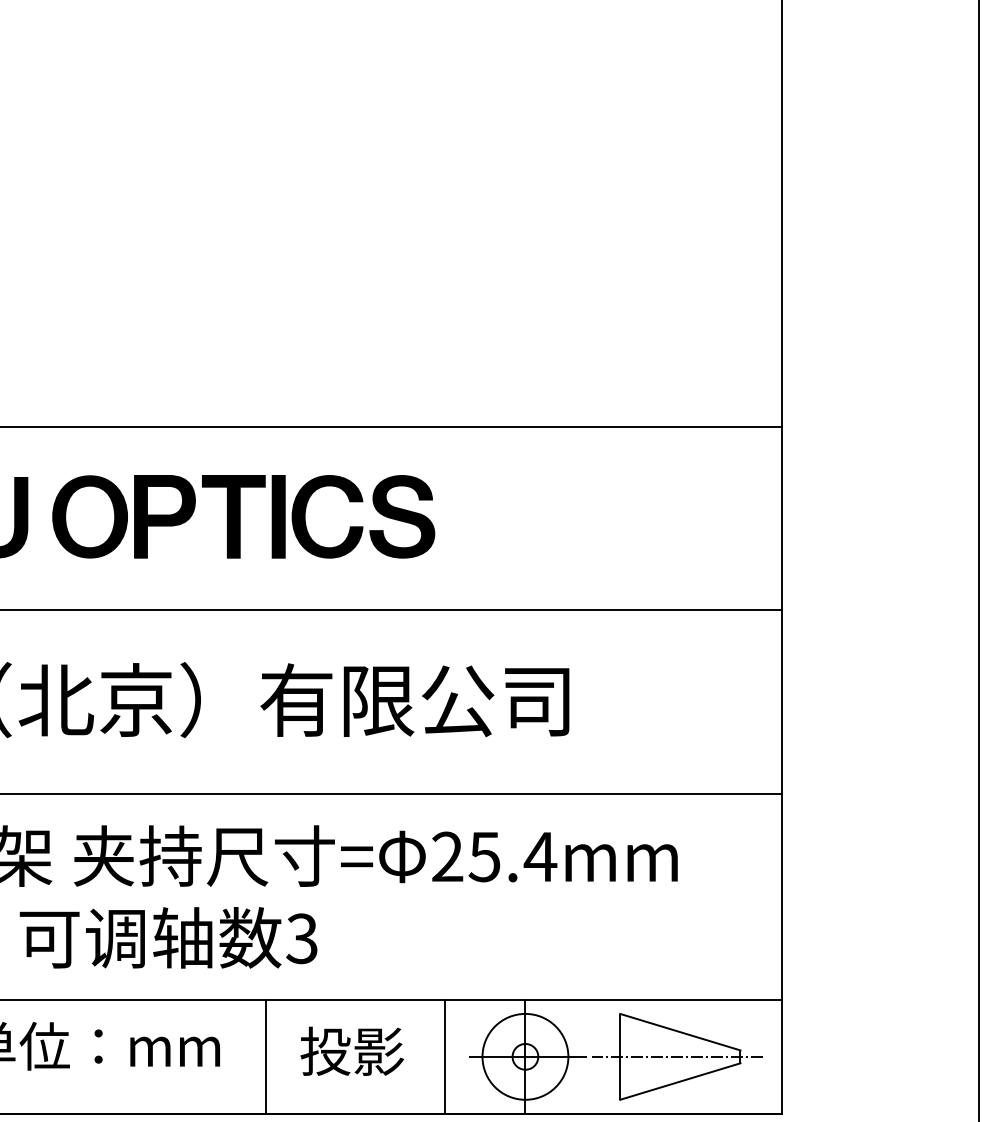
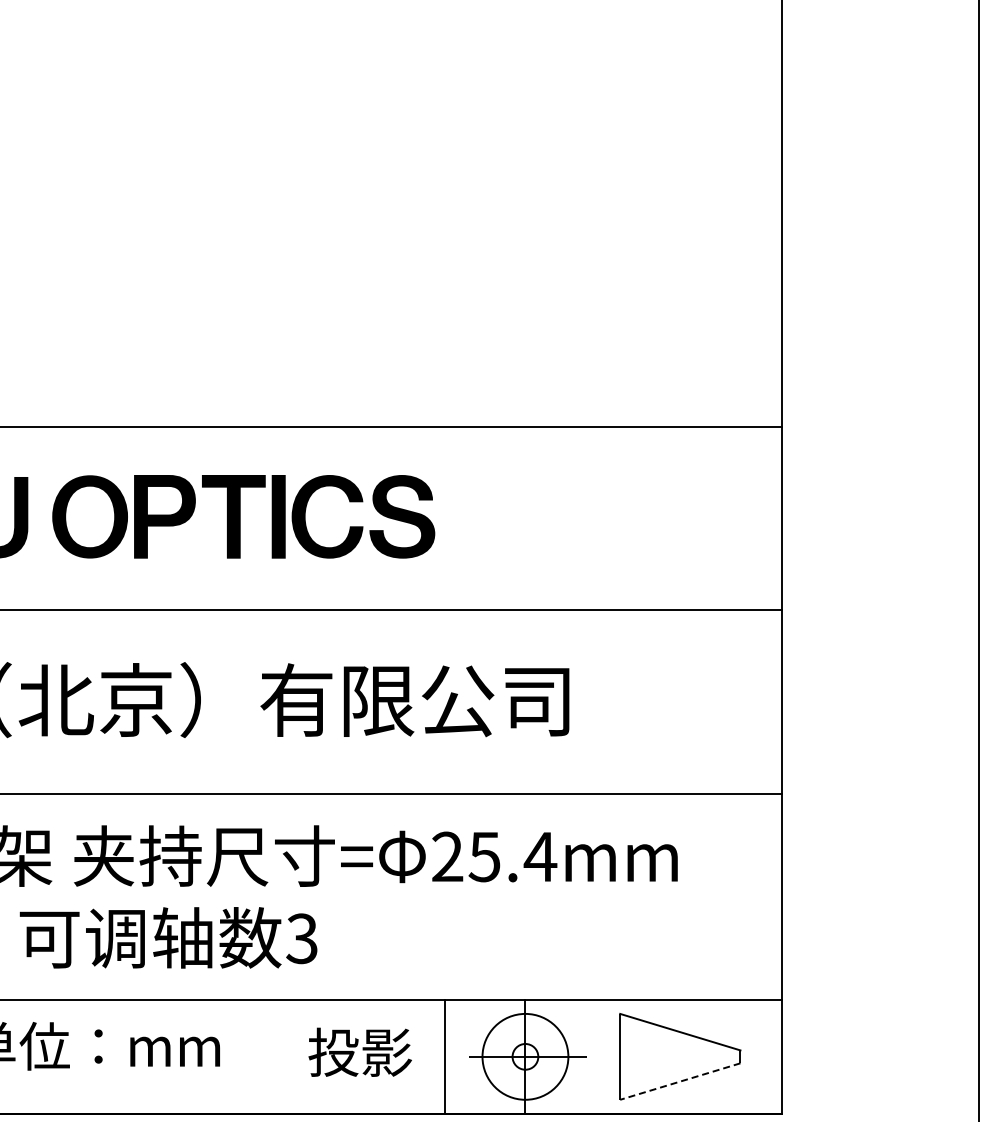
text at (351, 1050) position: (351, 1050) -> (359, 1051)
line at (265, 1056): present -> none
line at (677, 1056): present -> none
line at (680, 1081): solid -> dashed
